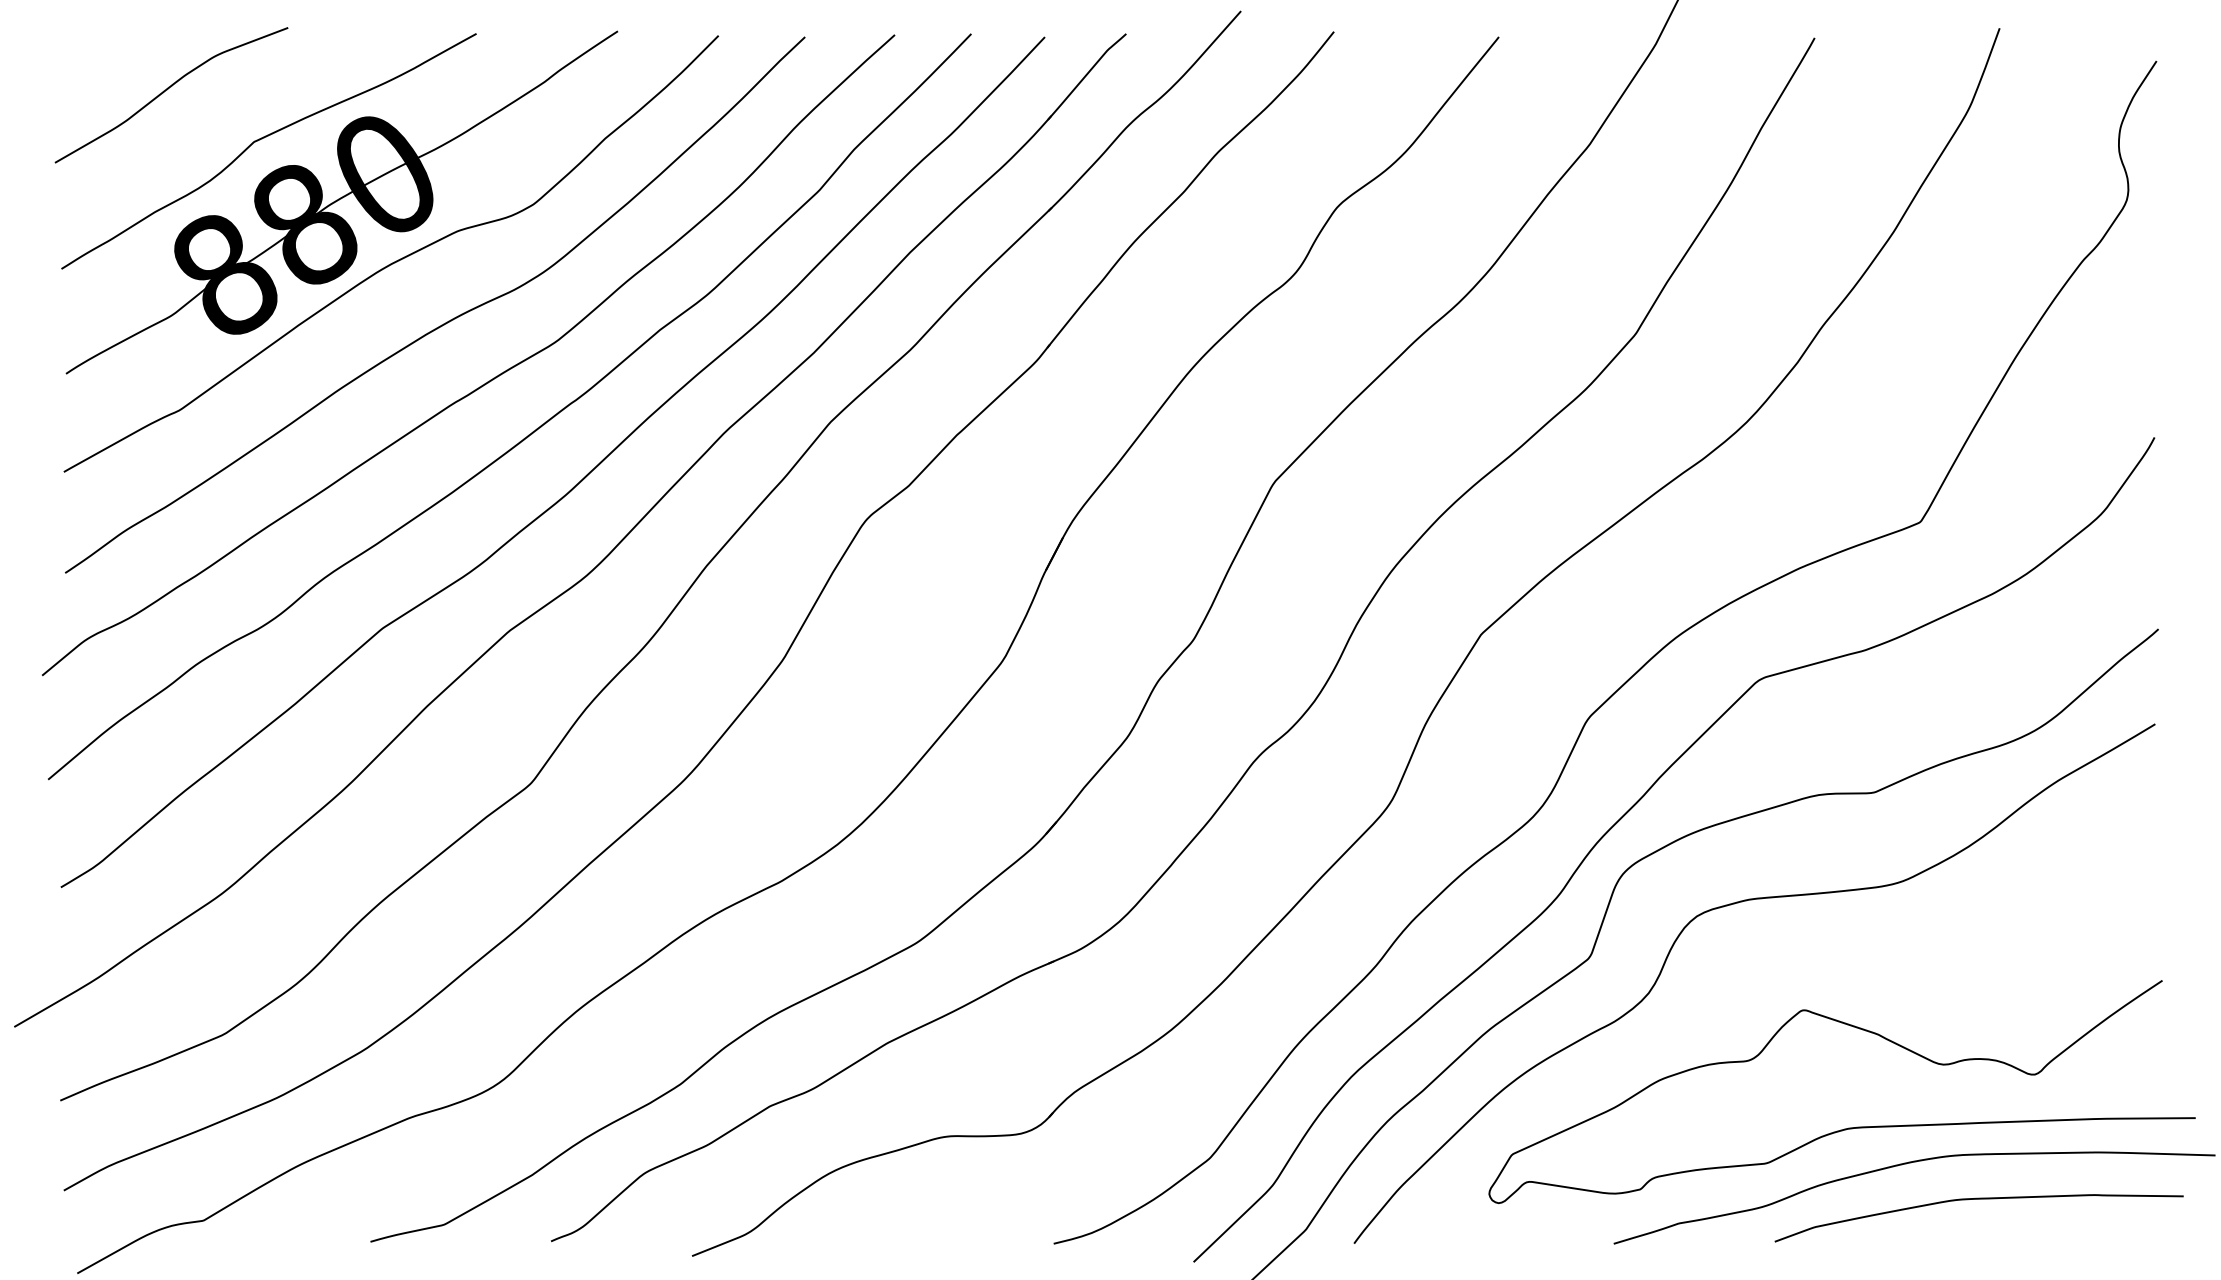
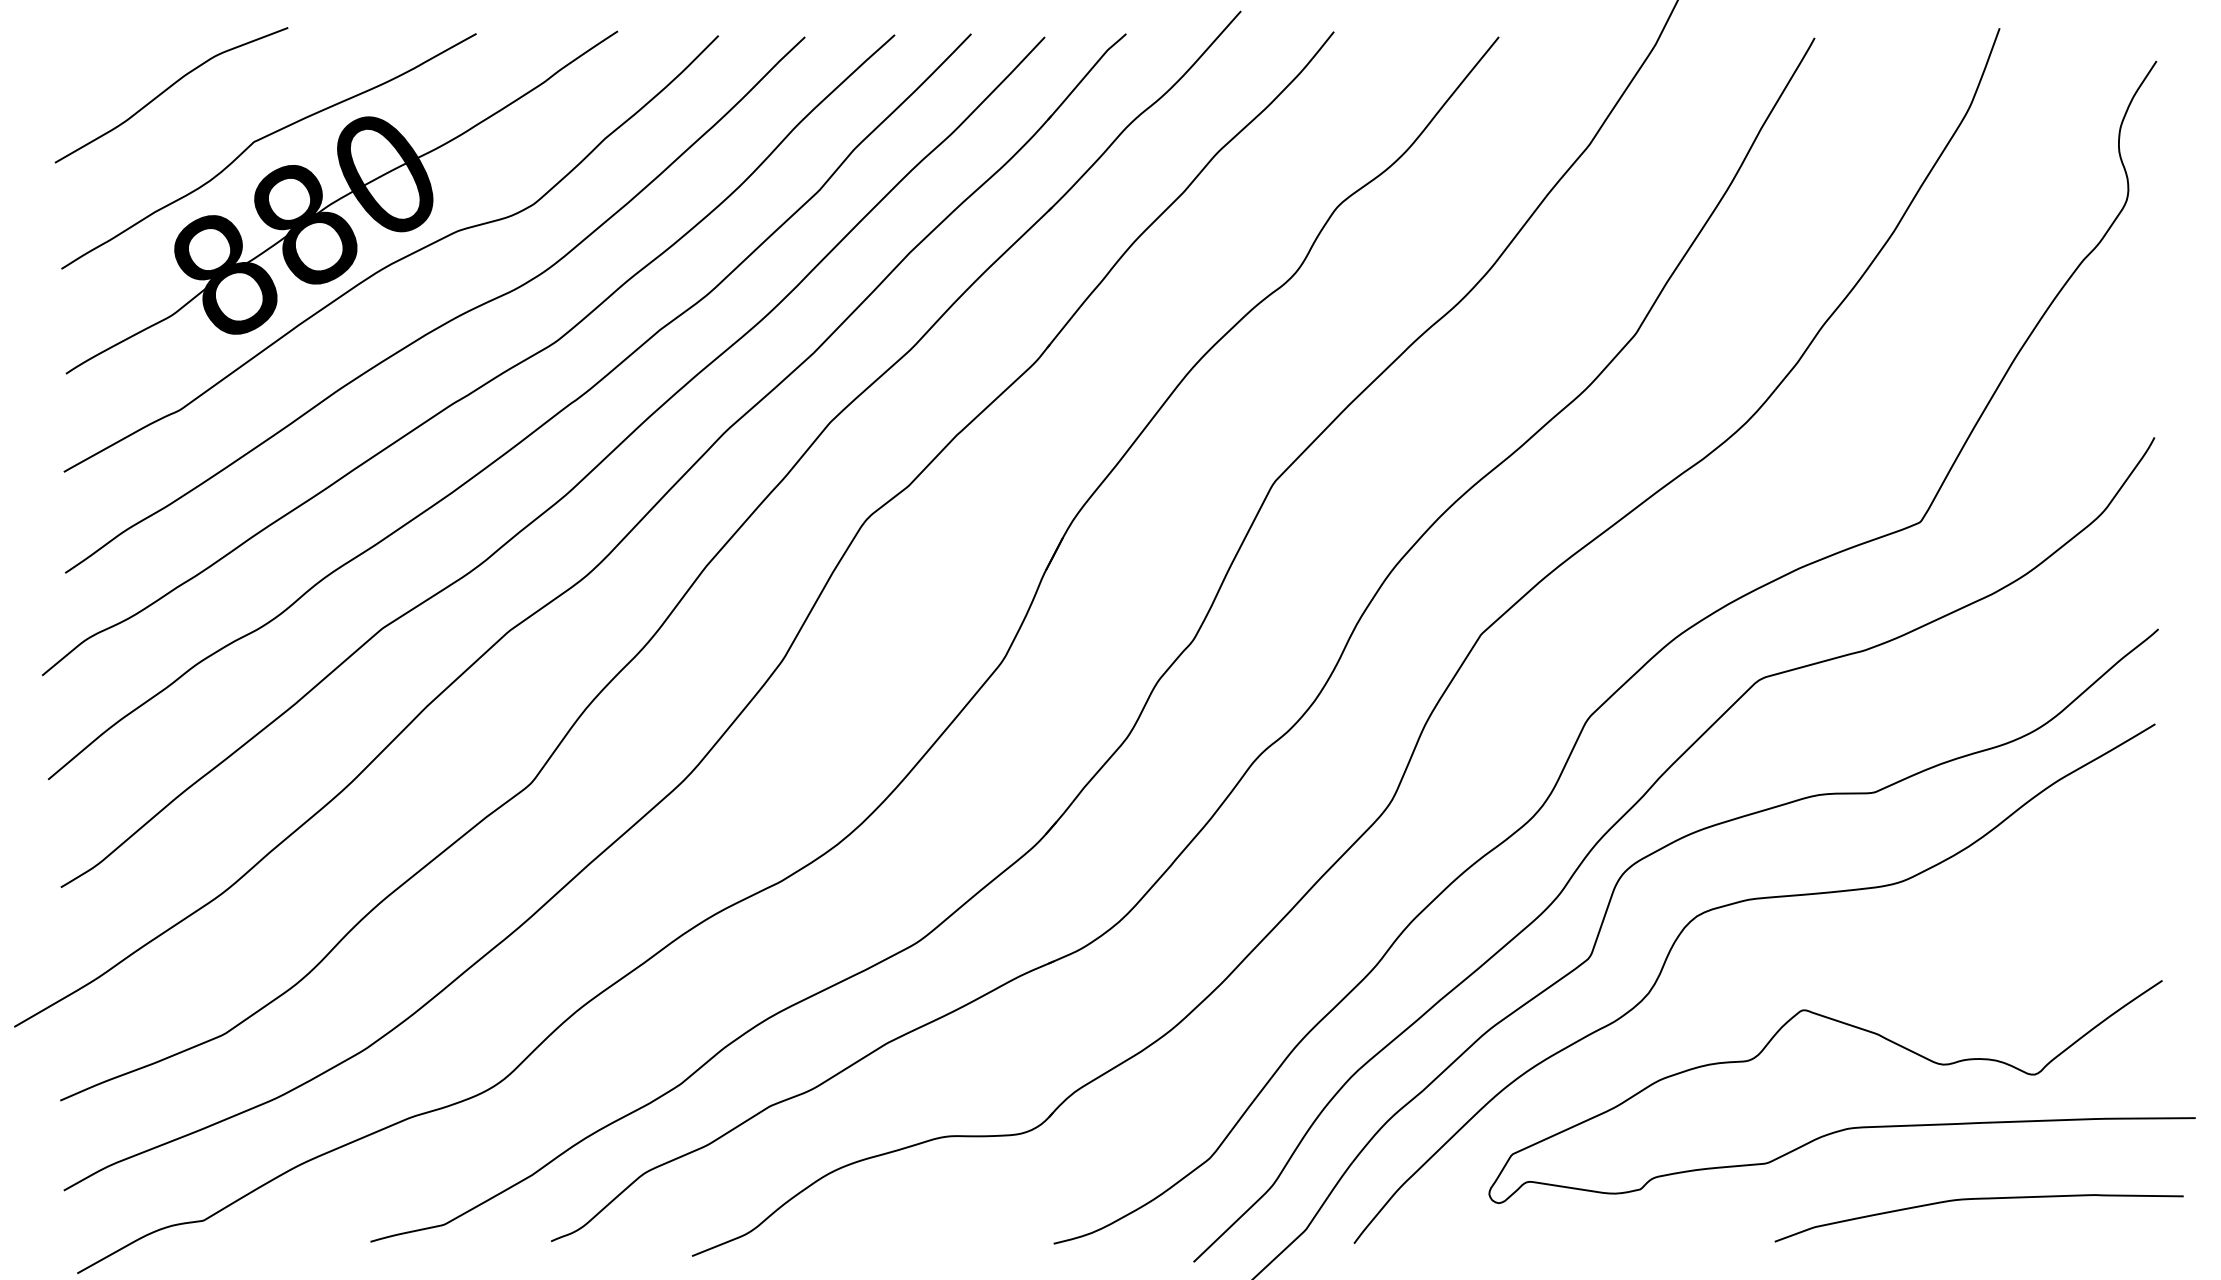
curve at (1906, 1164): present -> none
